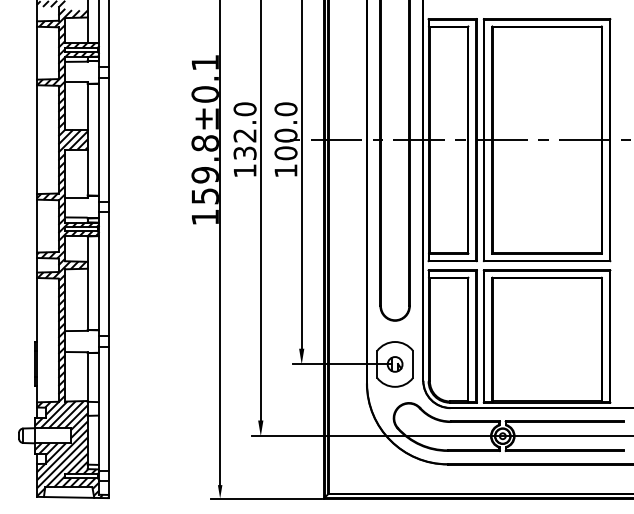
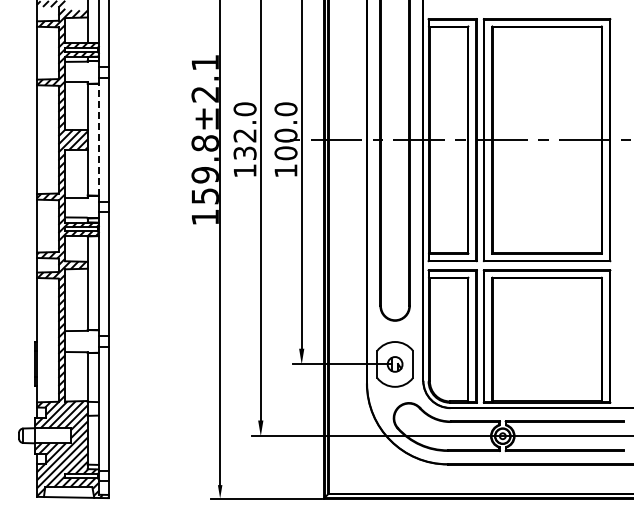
text at (204, 94): 159.8±0.1 -> 159.8±2.1
line at (98, 139): solid -> dashed
